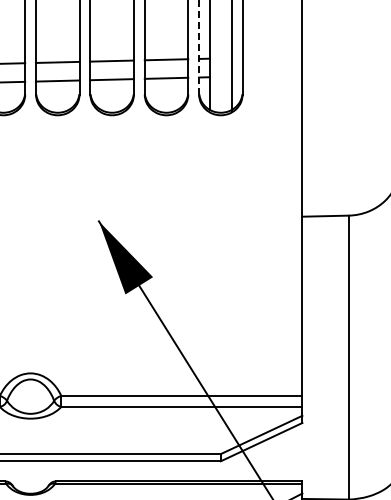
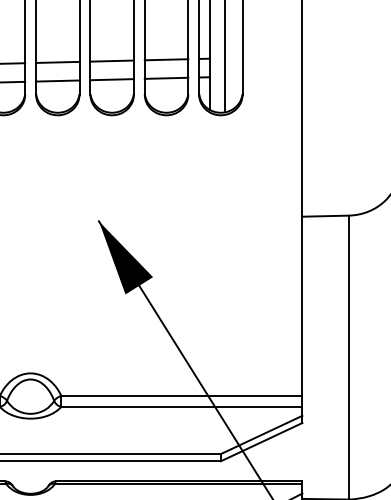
line at (199, 47): dashed -> solid
line at (232, 57) position: (232, 57) -> (225, 57)
